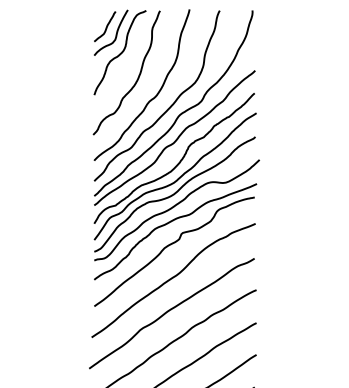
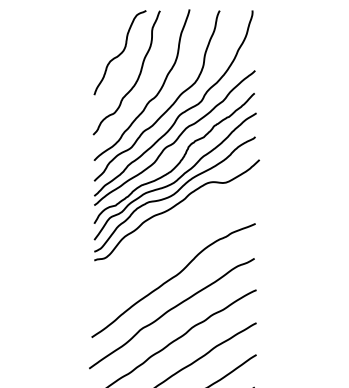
part at (111, 32): present -> none
part at (175, 244): present -> none
